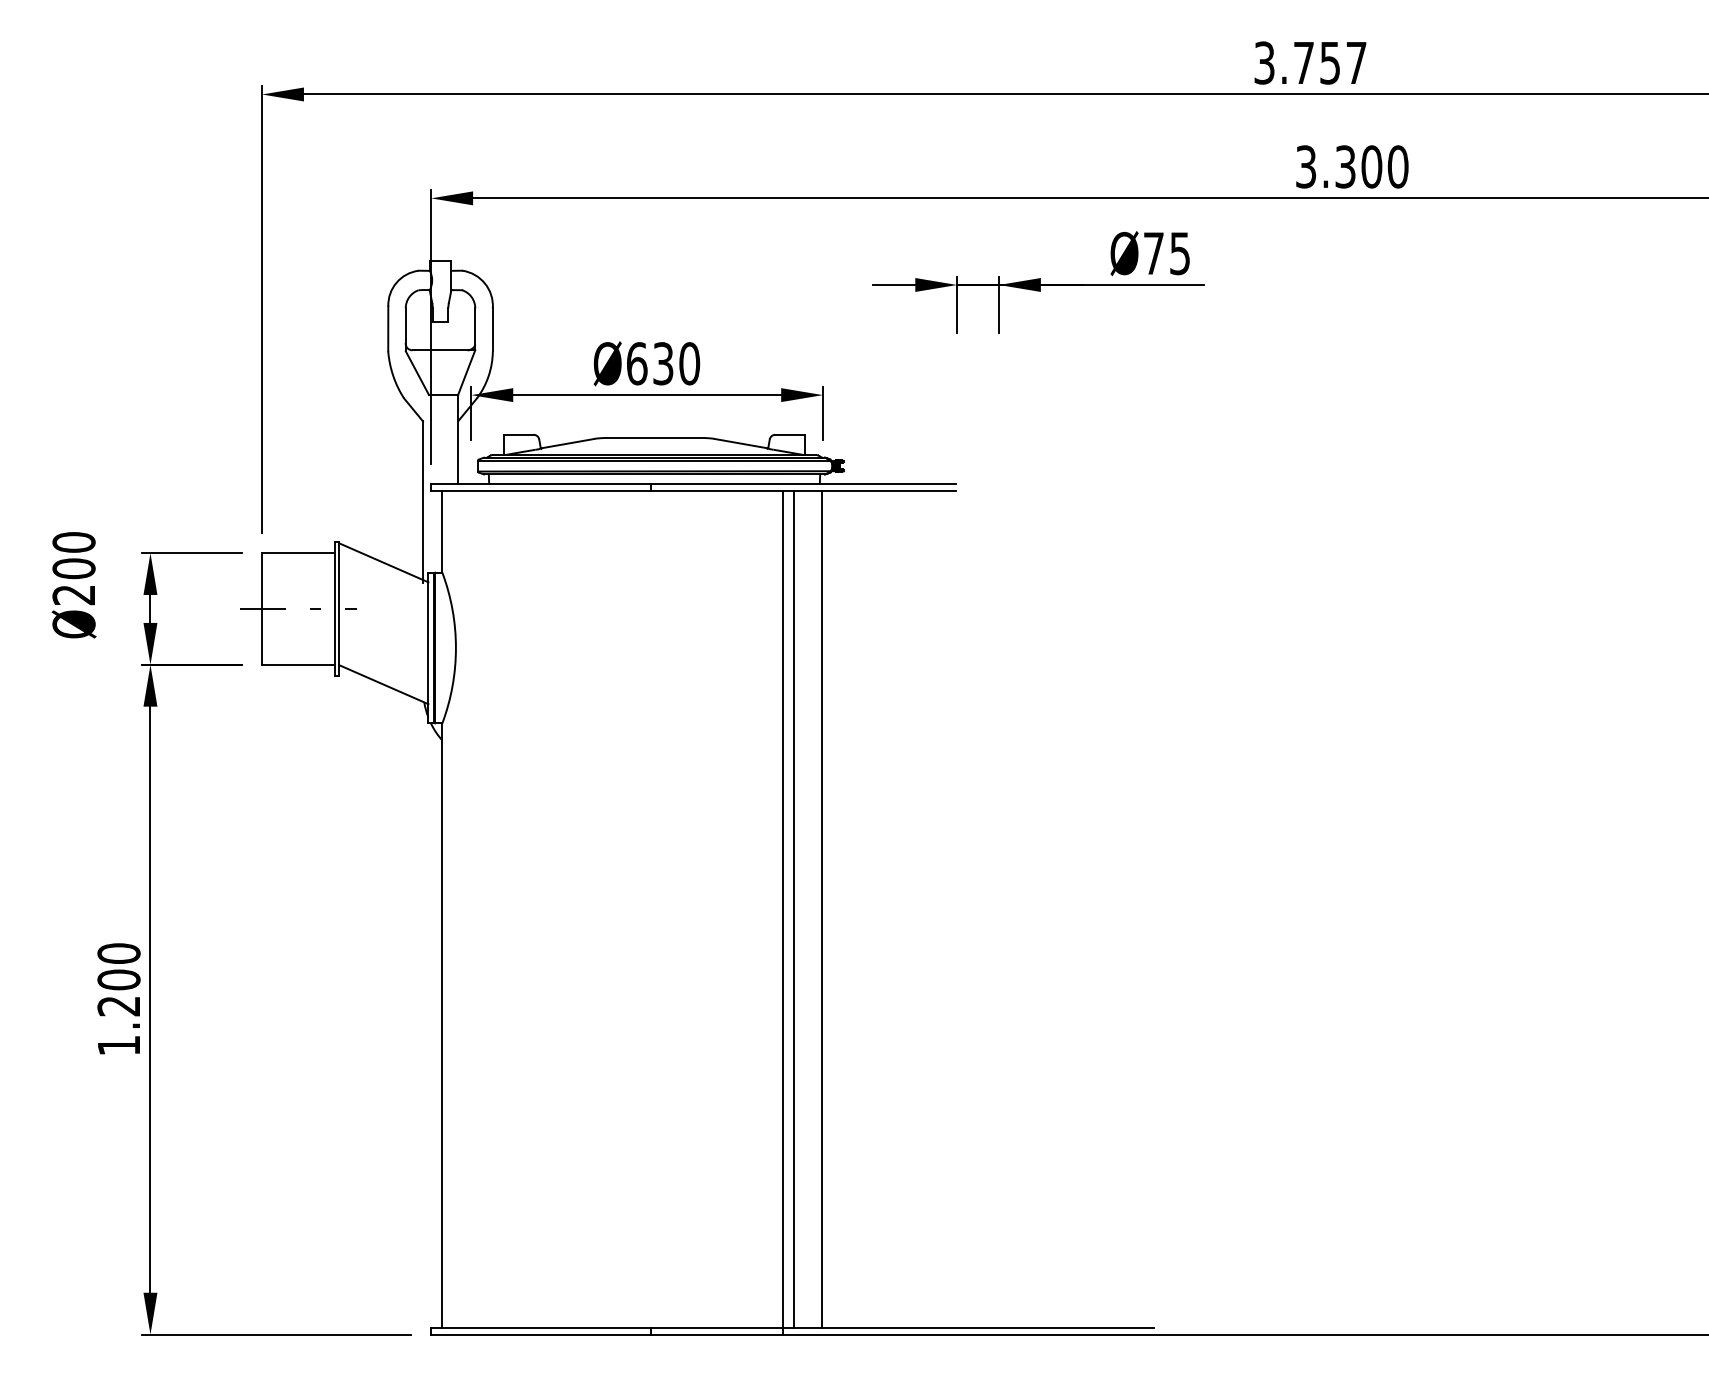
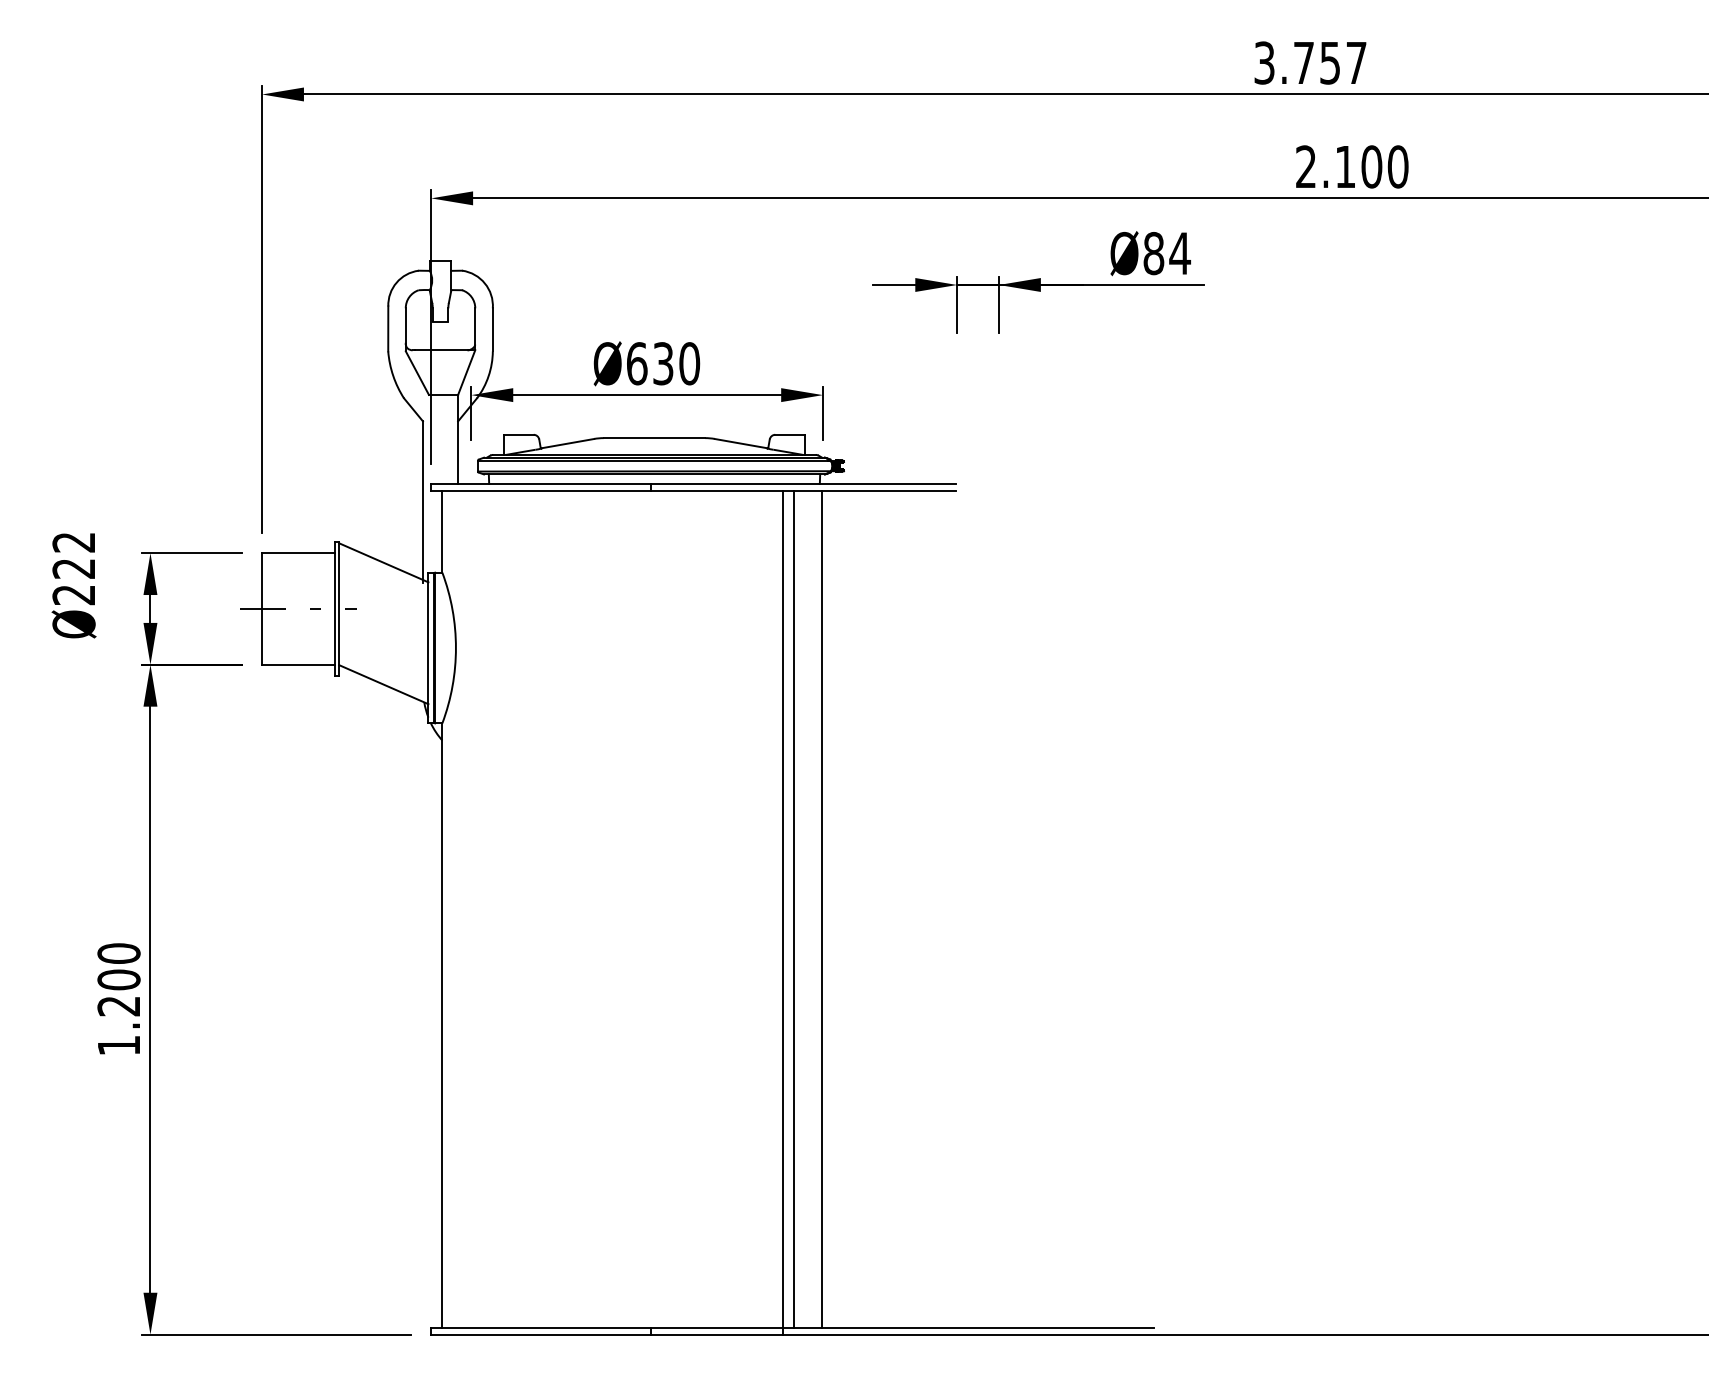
text at (1325, 166): 3.300 -> 2.100
text at (1167, 253): Ø75 -> Ø84
text at (73, 555): Ø200 -> Ø222
